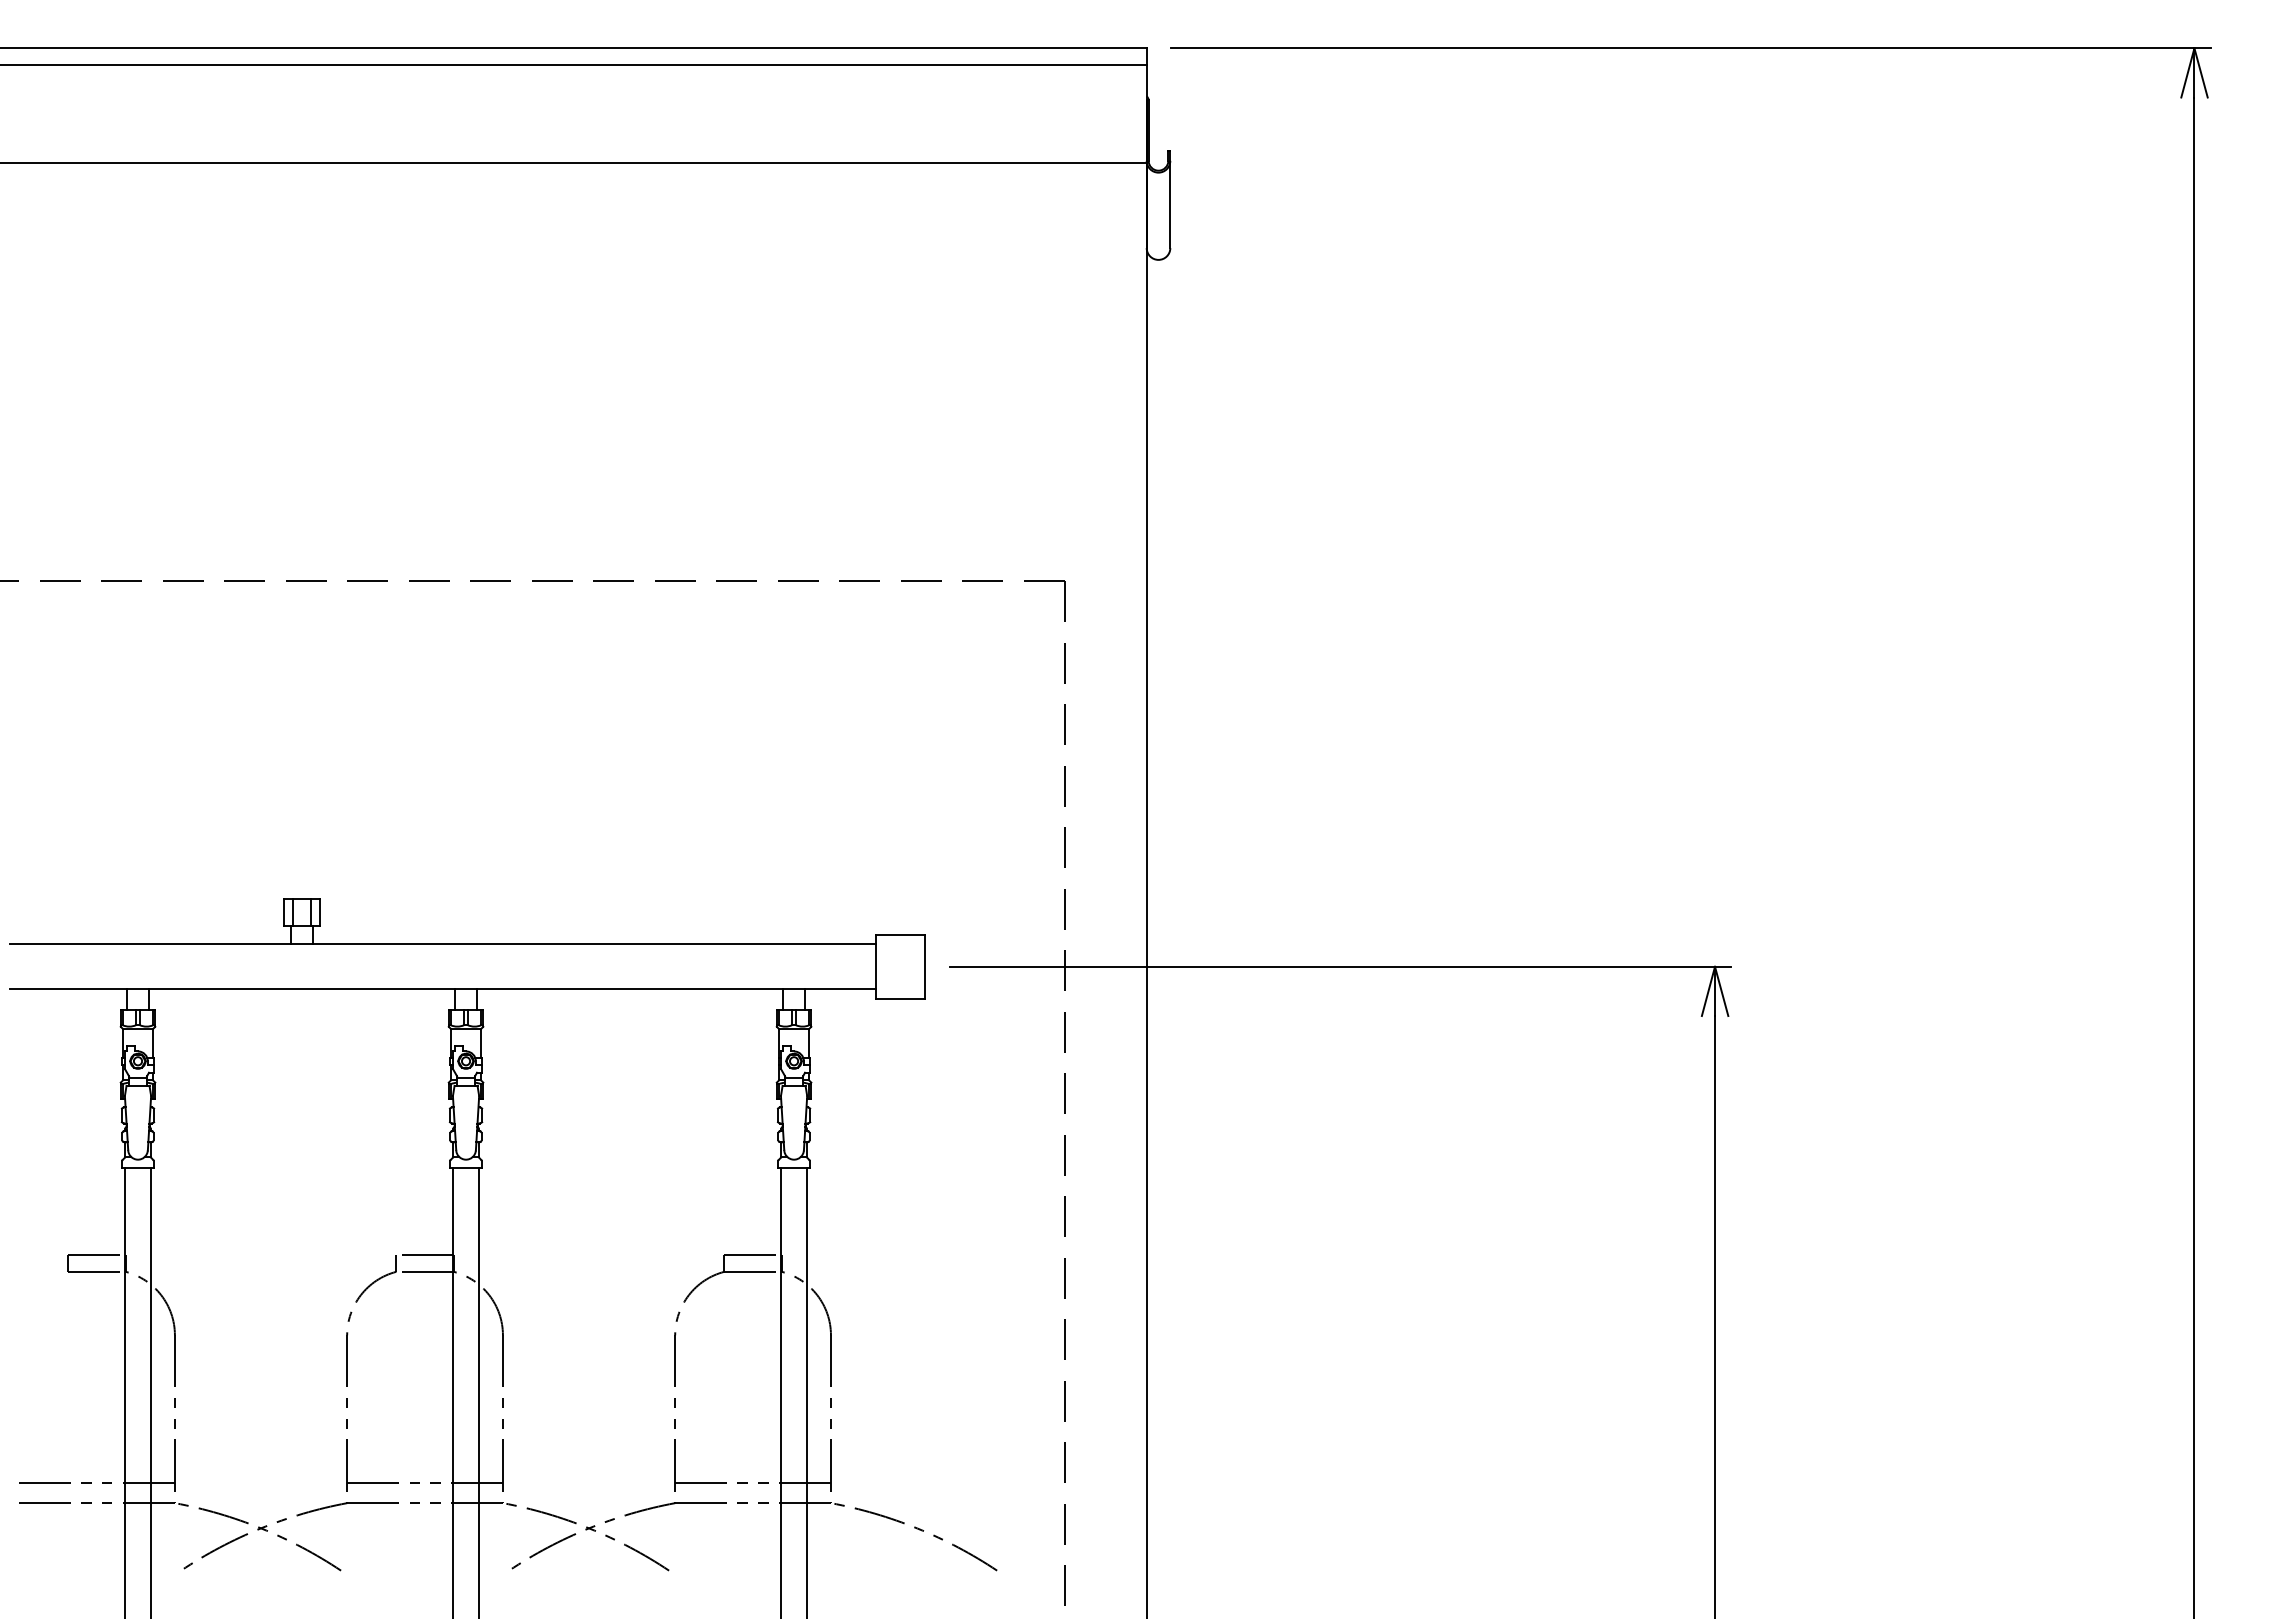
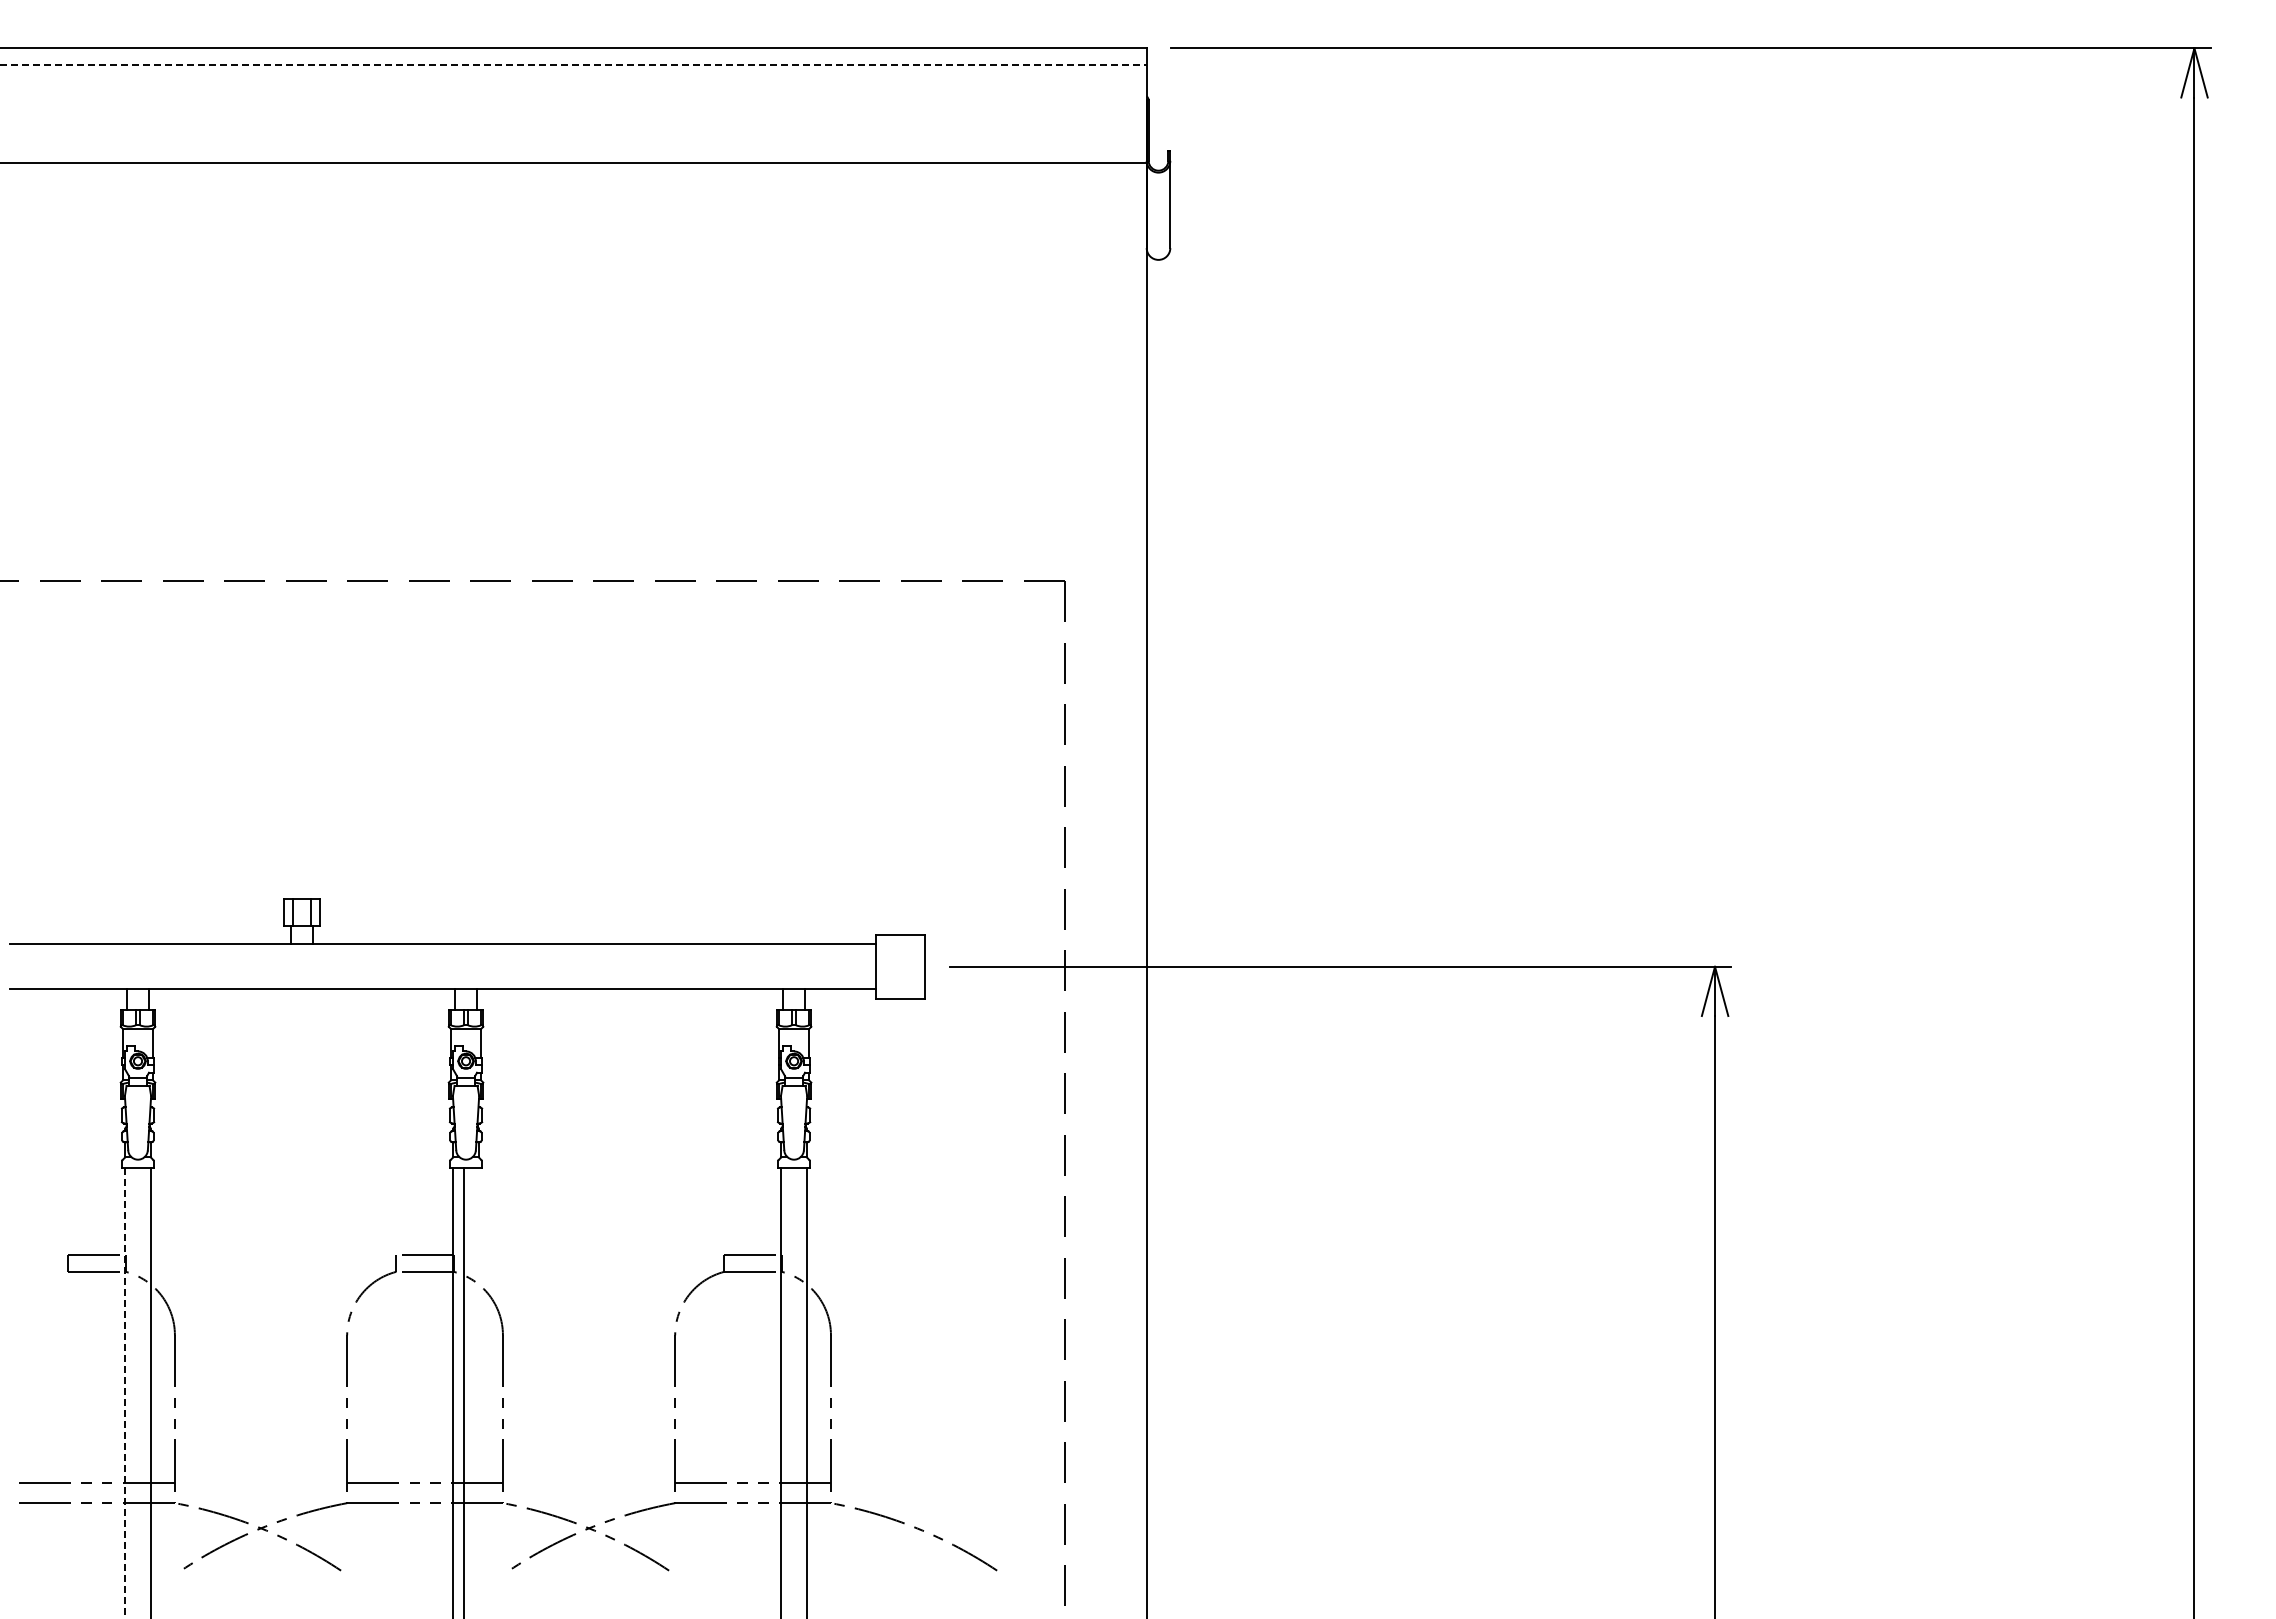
line at (573, 64): solid -> dashed
line at (478, 1391) position: (478, 1391) -> (463, 1391)
line at (125, 1393): solid -> dashed
